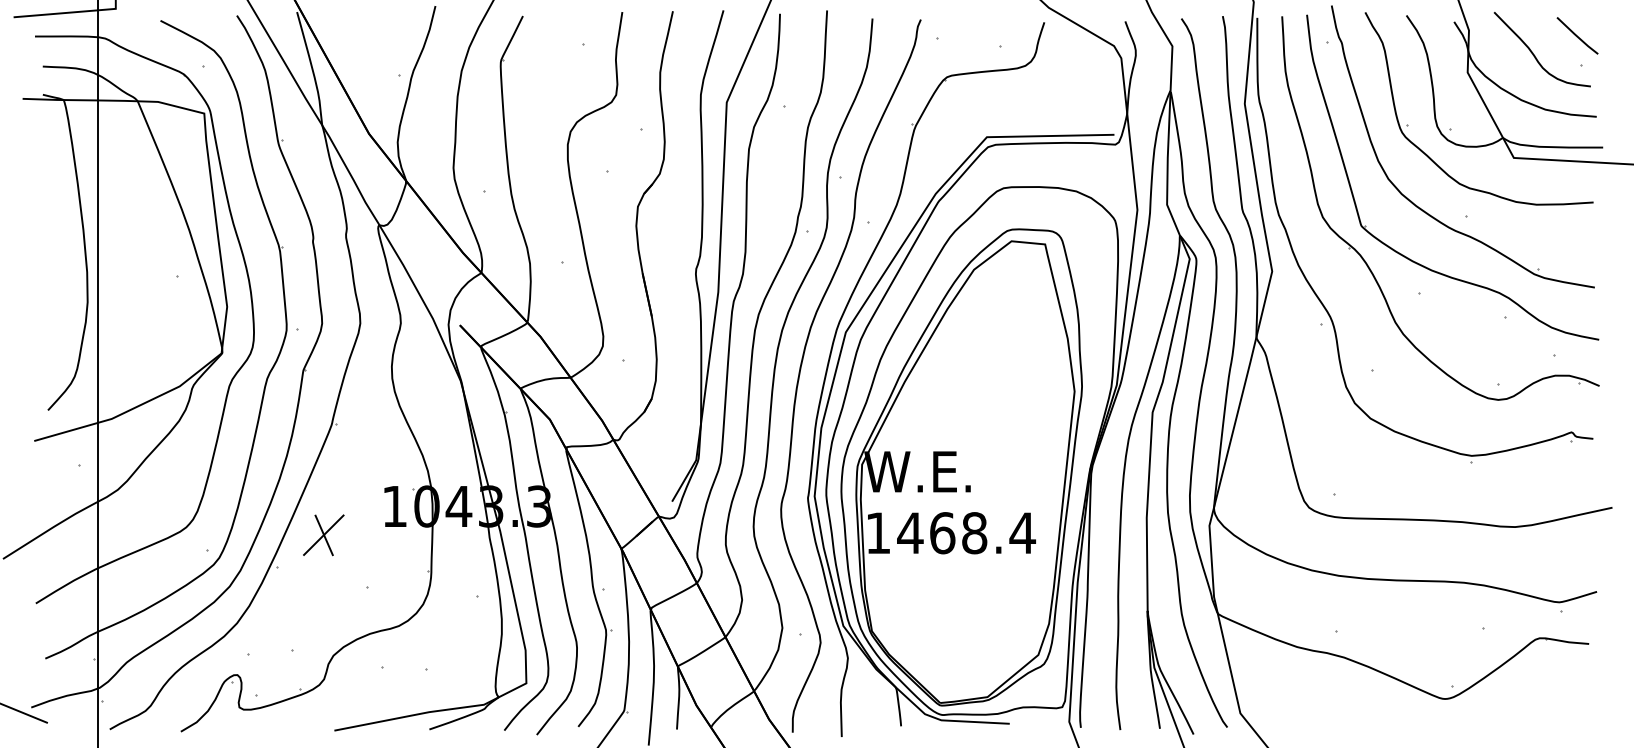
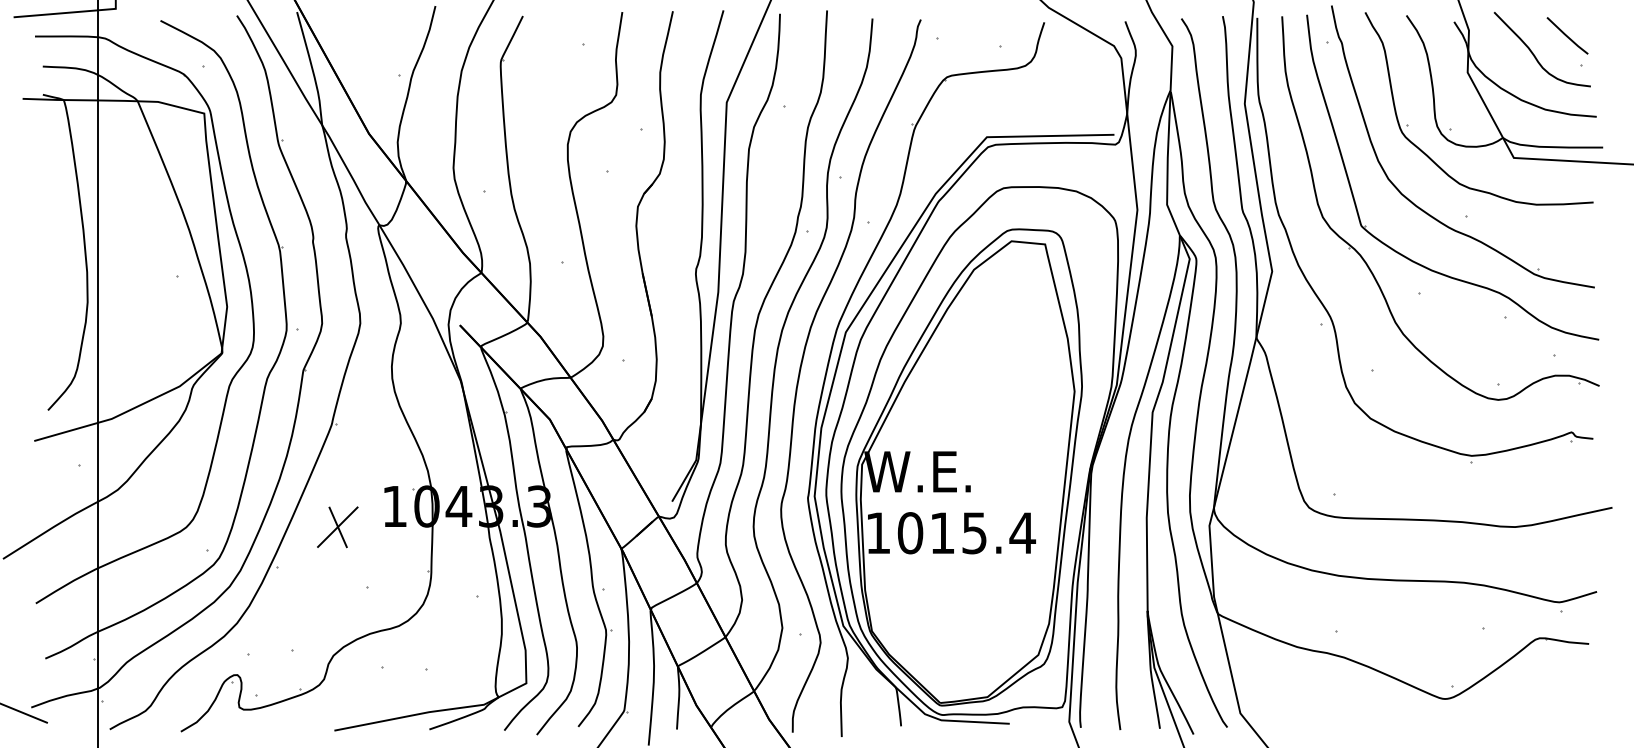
line at (1577, 35) position: (1577, 35) -> (1567, 35)
text at (942, 533): 1468.4 -> 1015.4
part at (323, 535) position: (323, 535) -> (337, 527)
